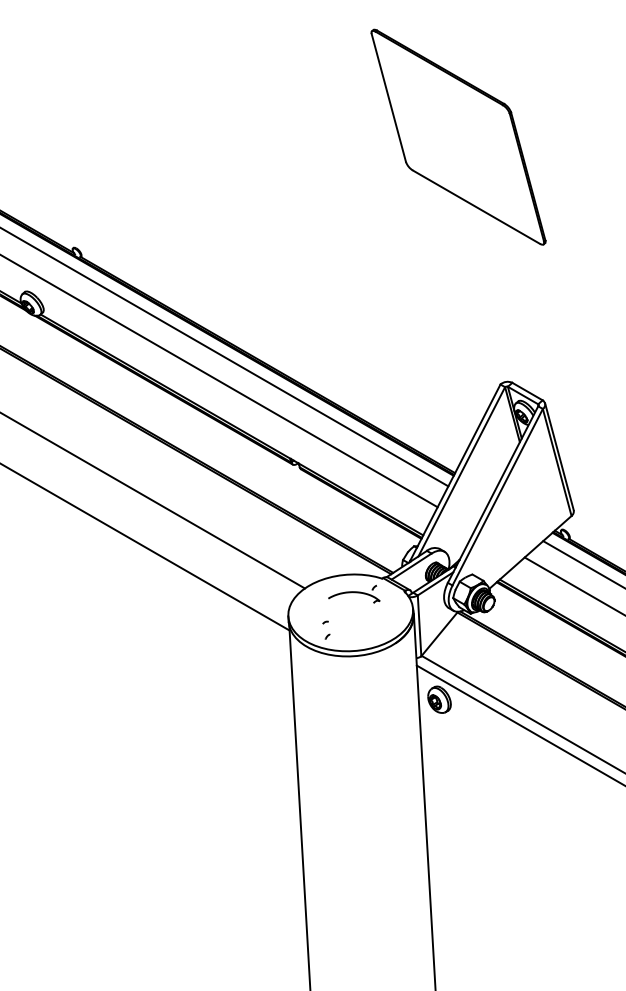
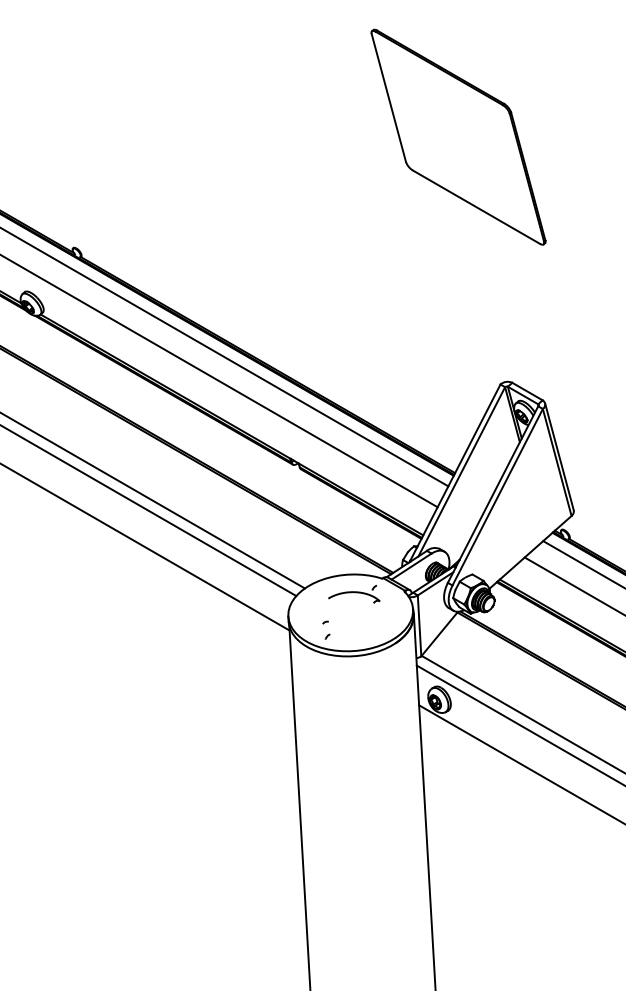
line at (149, 511): none -> present
line at (520, 763): none -> present
